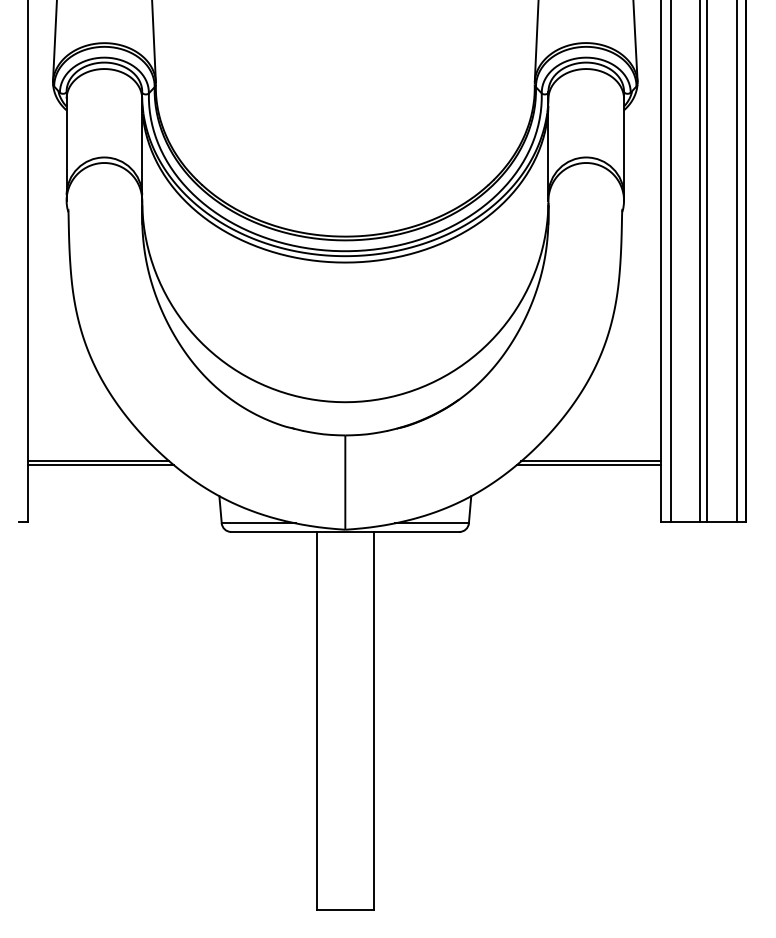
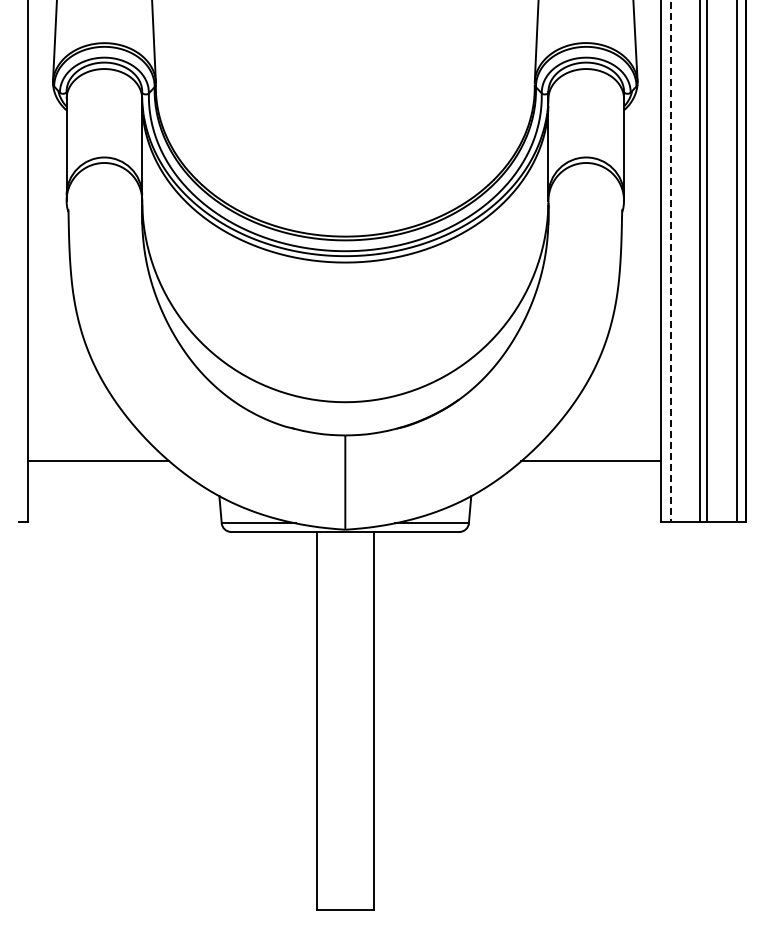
line at (670, 261): solid -> dashed
line at (100, 465): present -> none
line at (588, 465): present -> none
